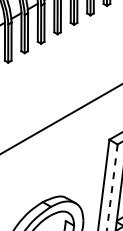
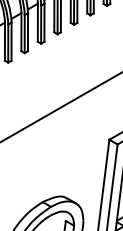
line at (60, 119) position: (60, 119) -> (60, 107)
line at (112, 188): dashed -> solid
